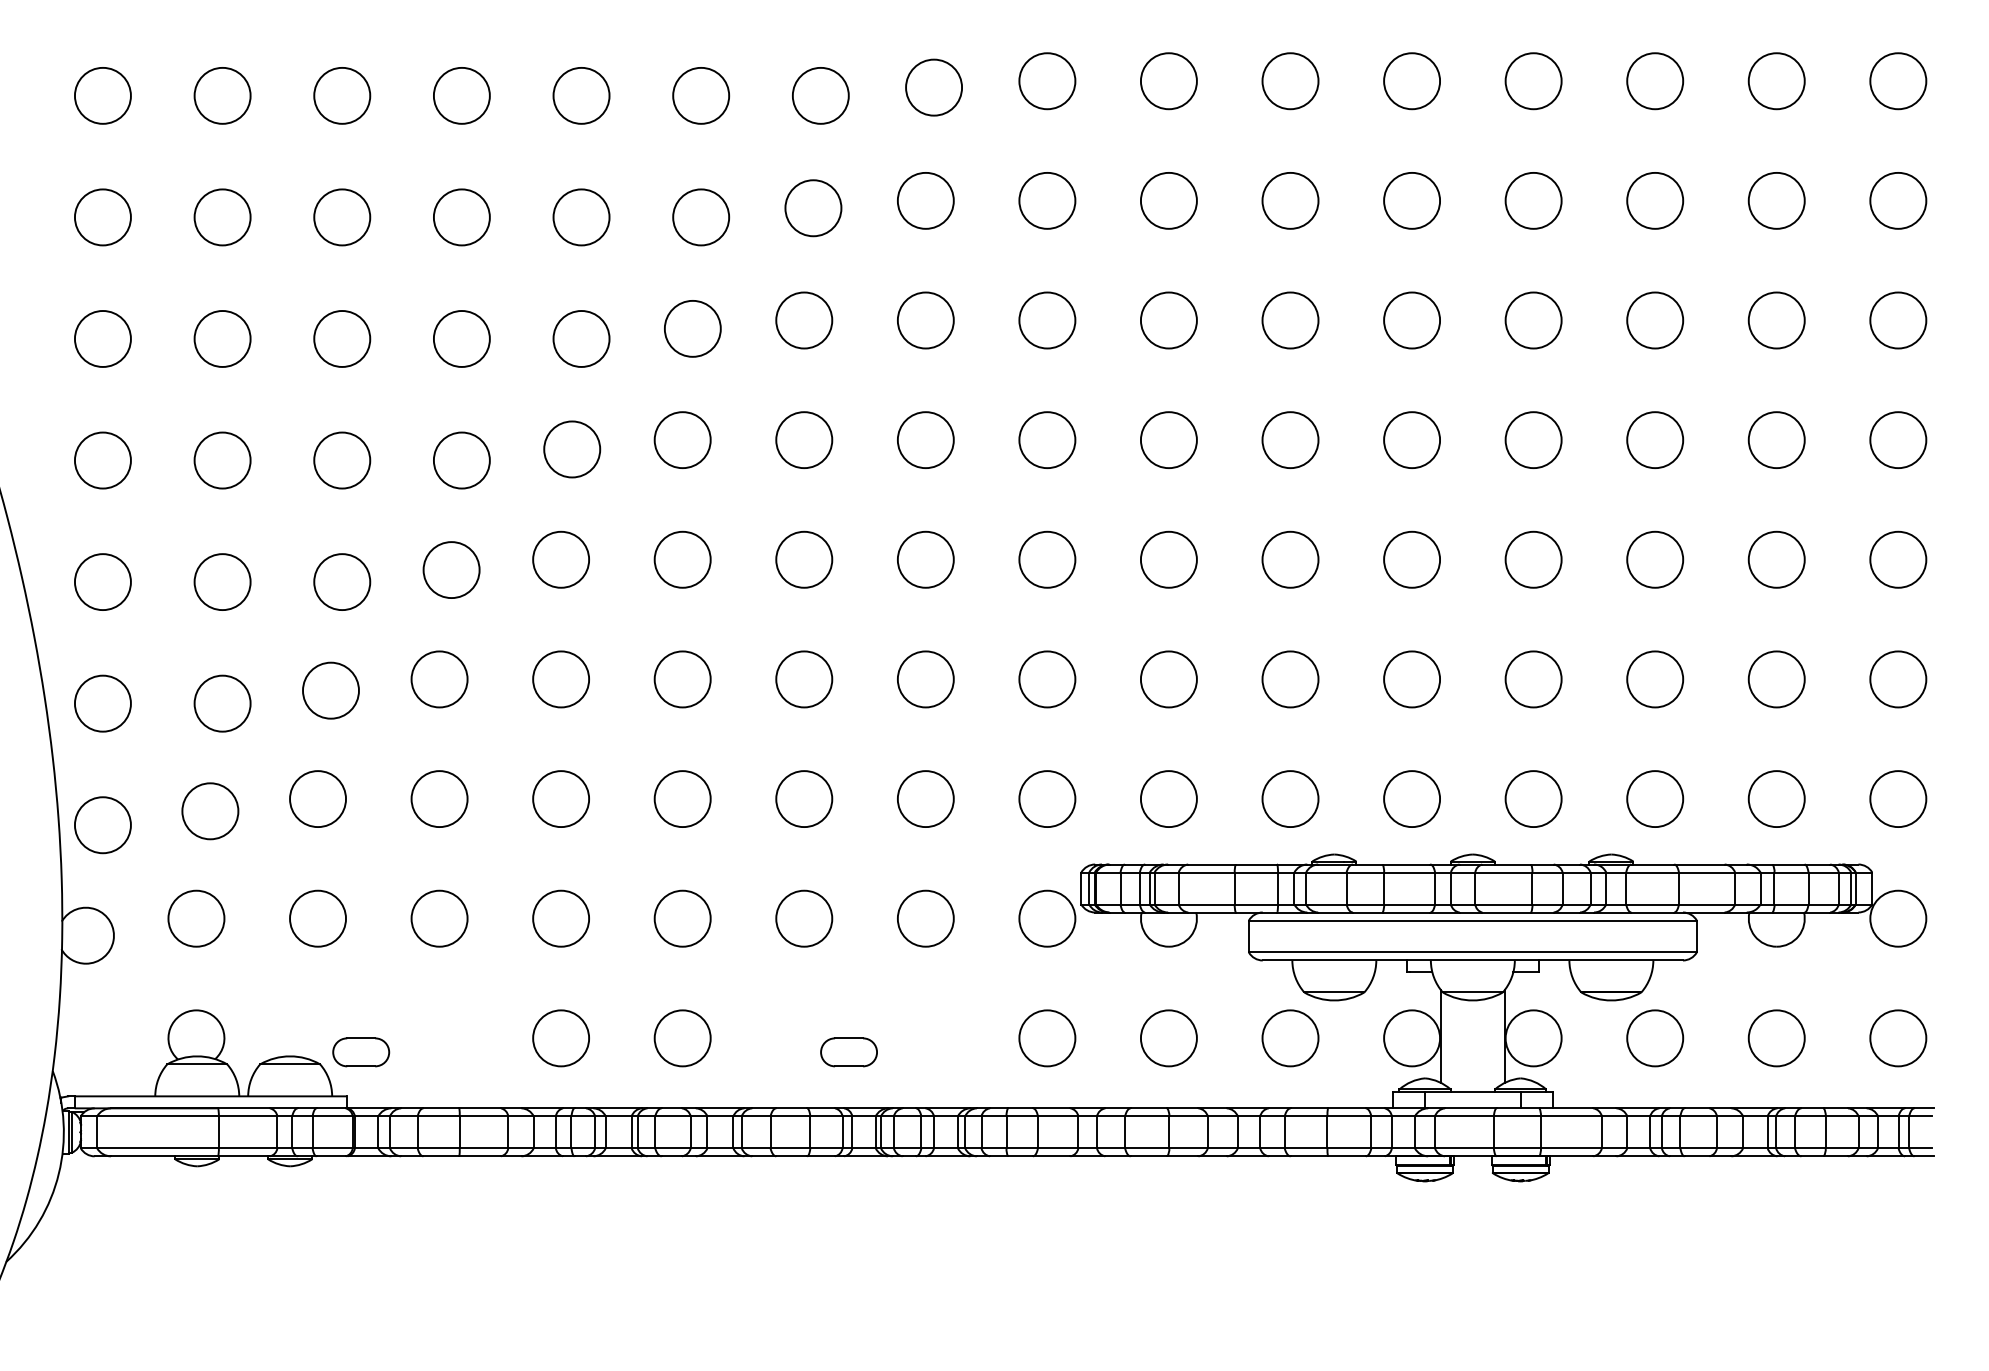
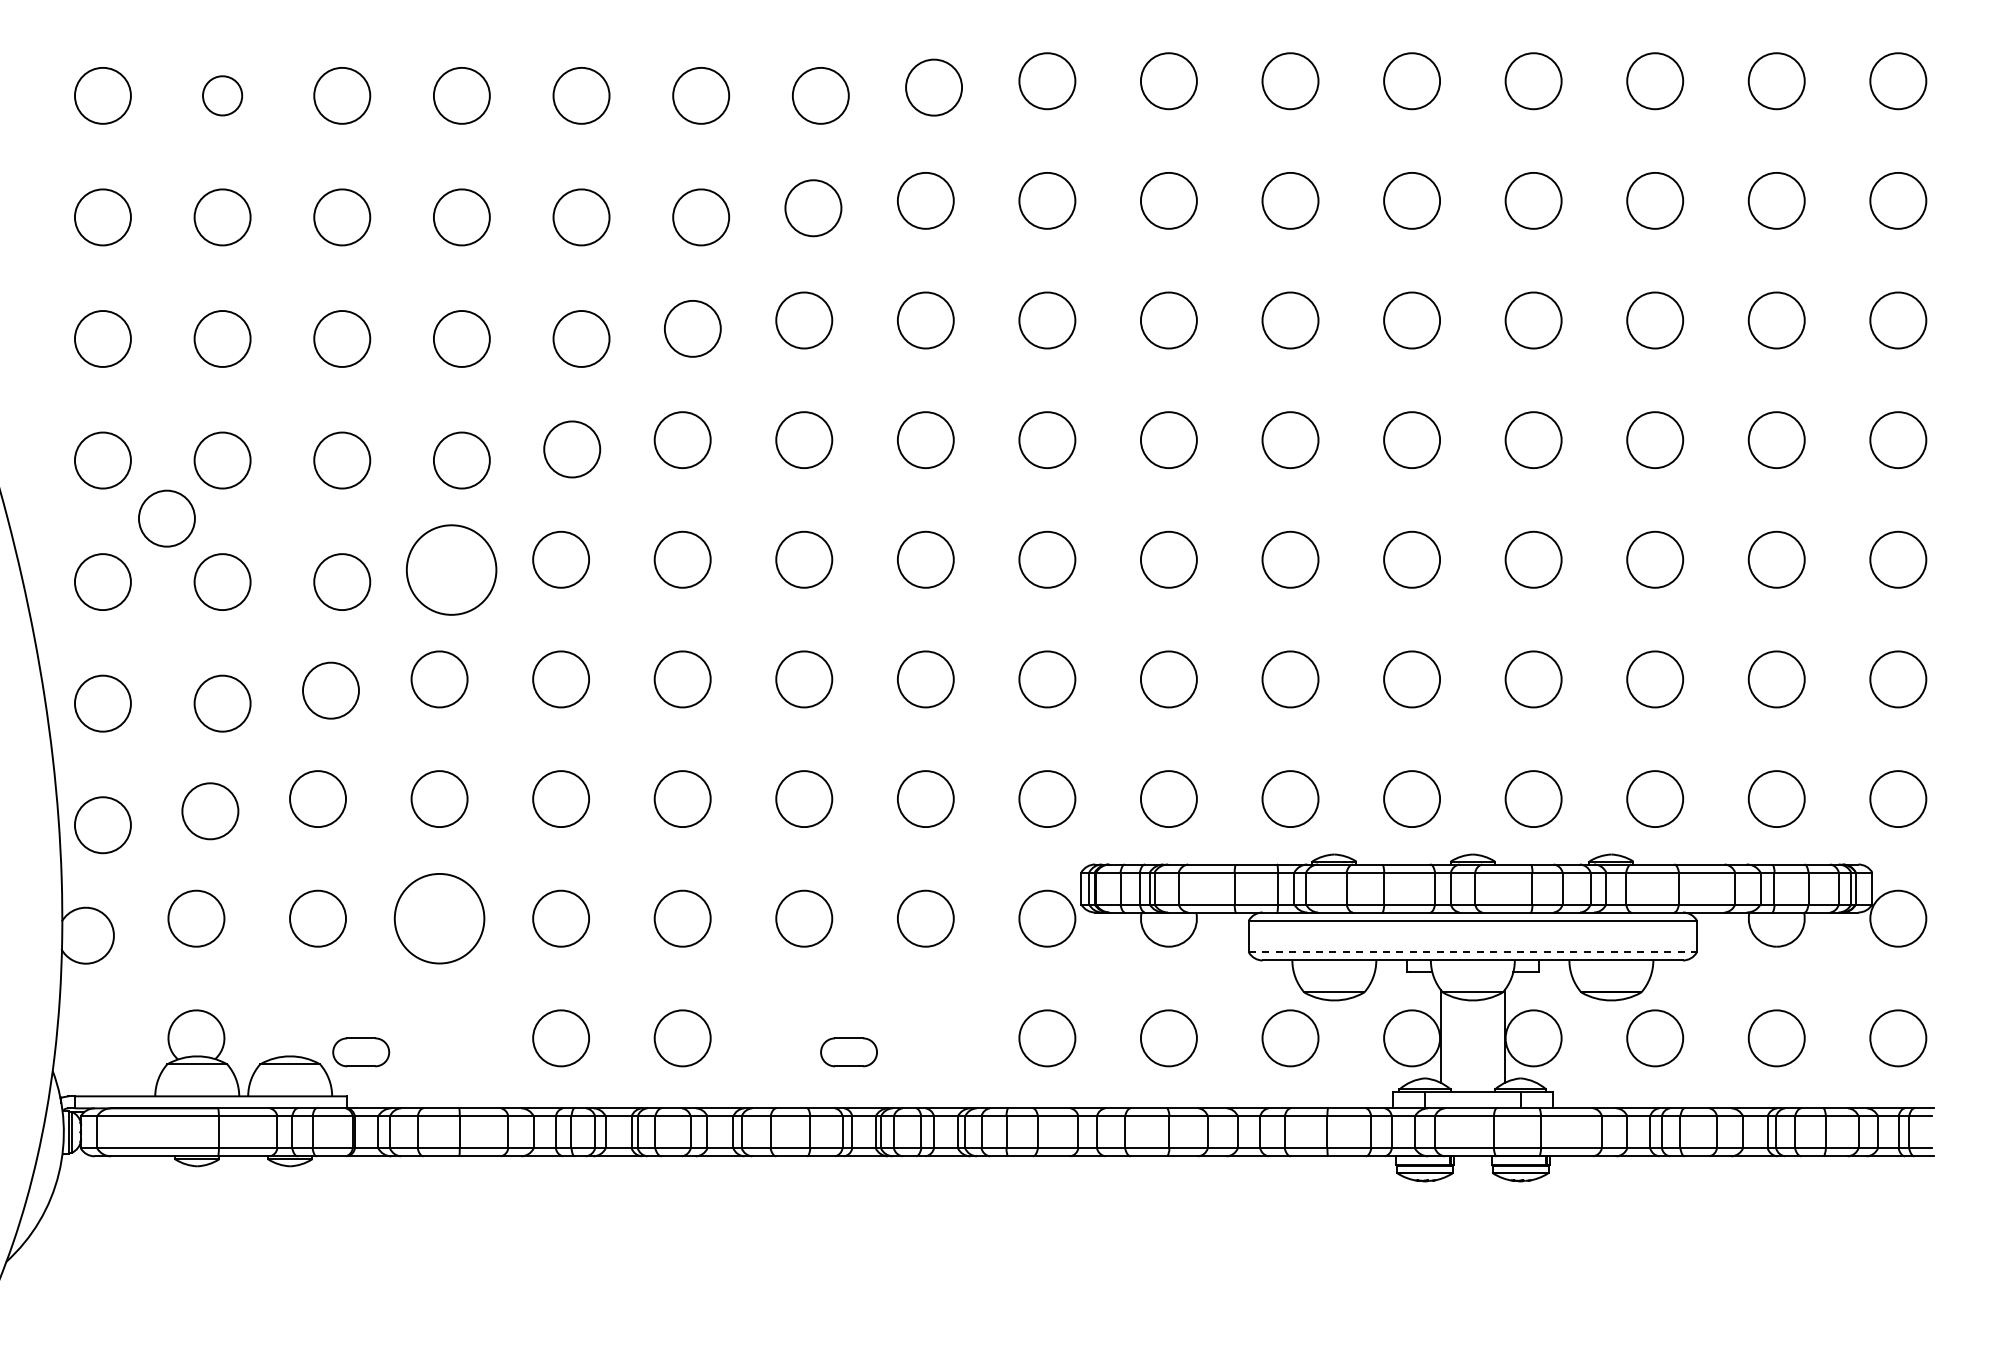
circle at (222, 95) diameter: 56 px -> 39 px
circle at (166, 518): none -> present
circle at (451, 570) diameter: 56 px -> 90 px
circle at (439, 918) diameter: 56 px -> 90 px
line at (1472, 952): solid -> dashed
